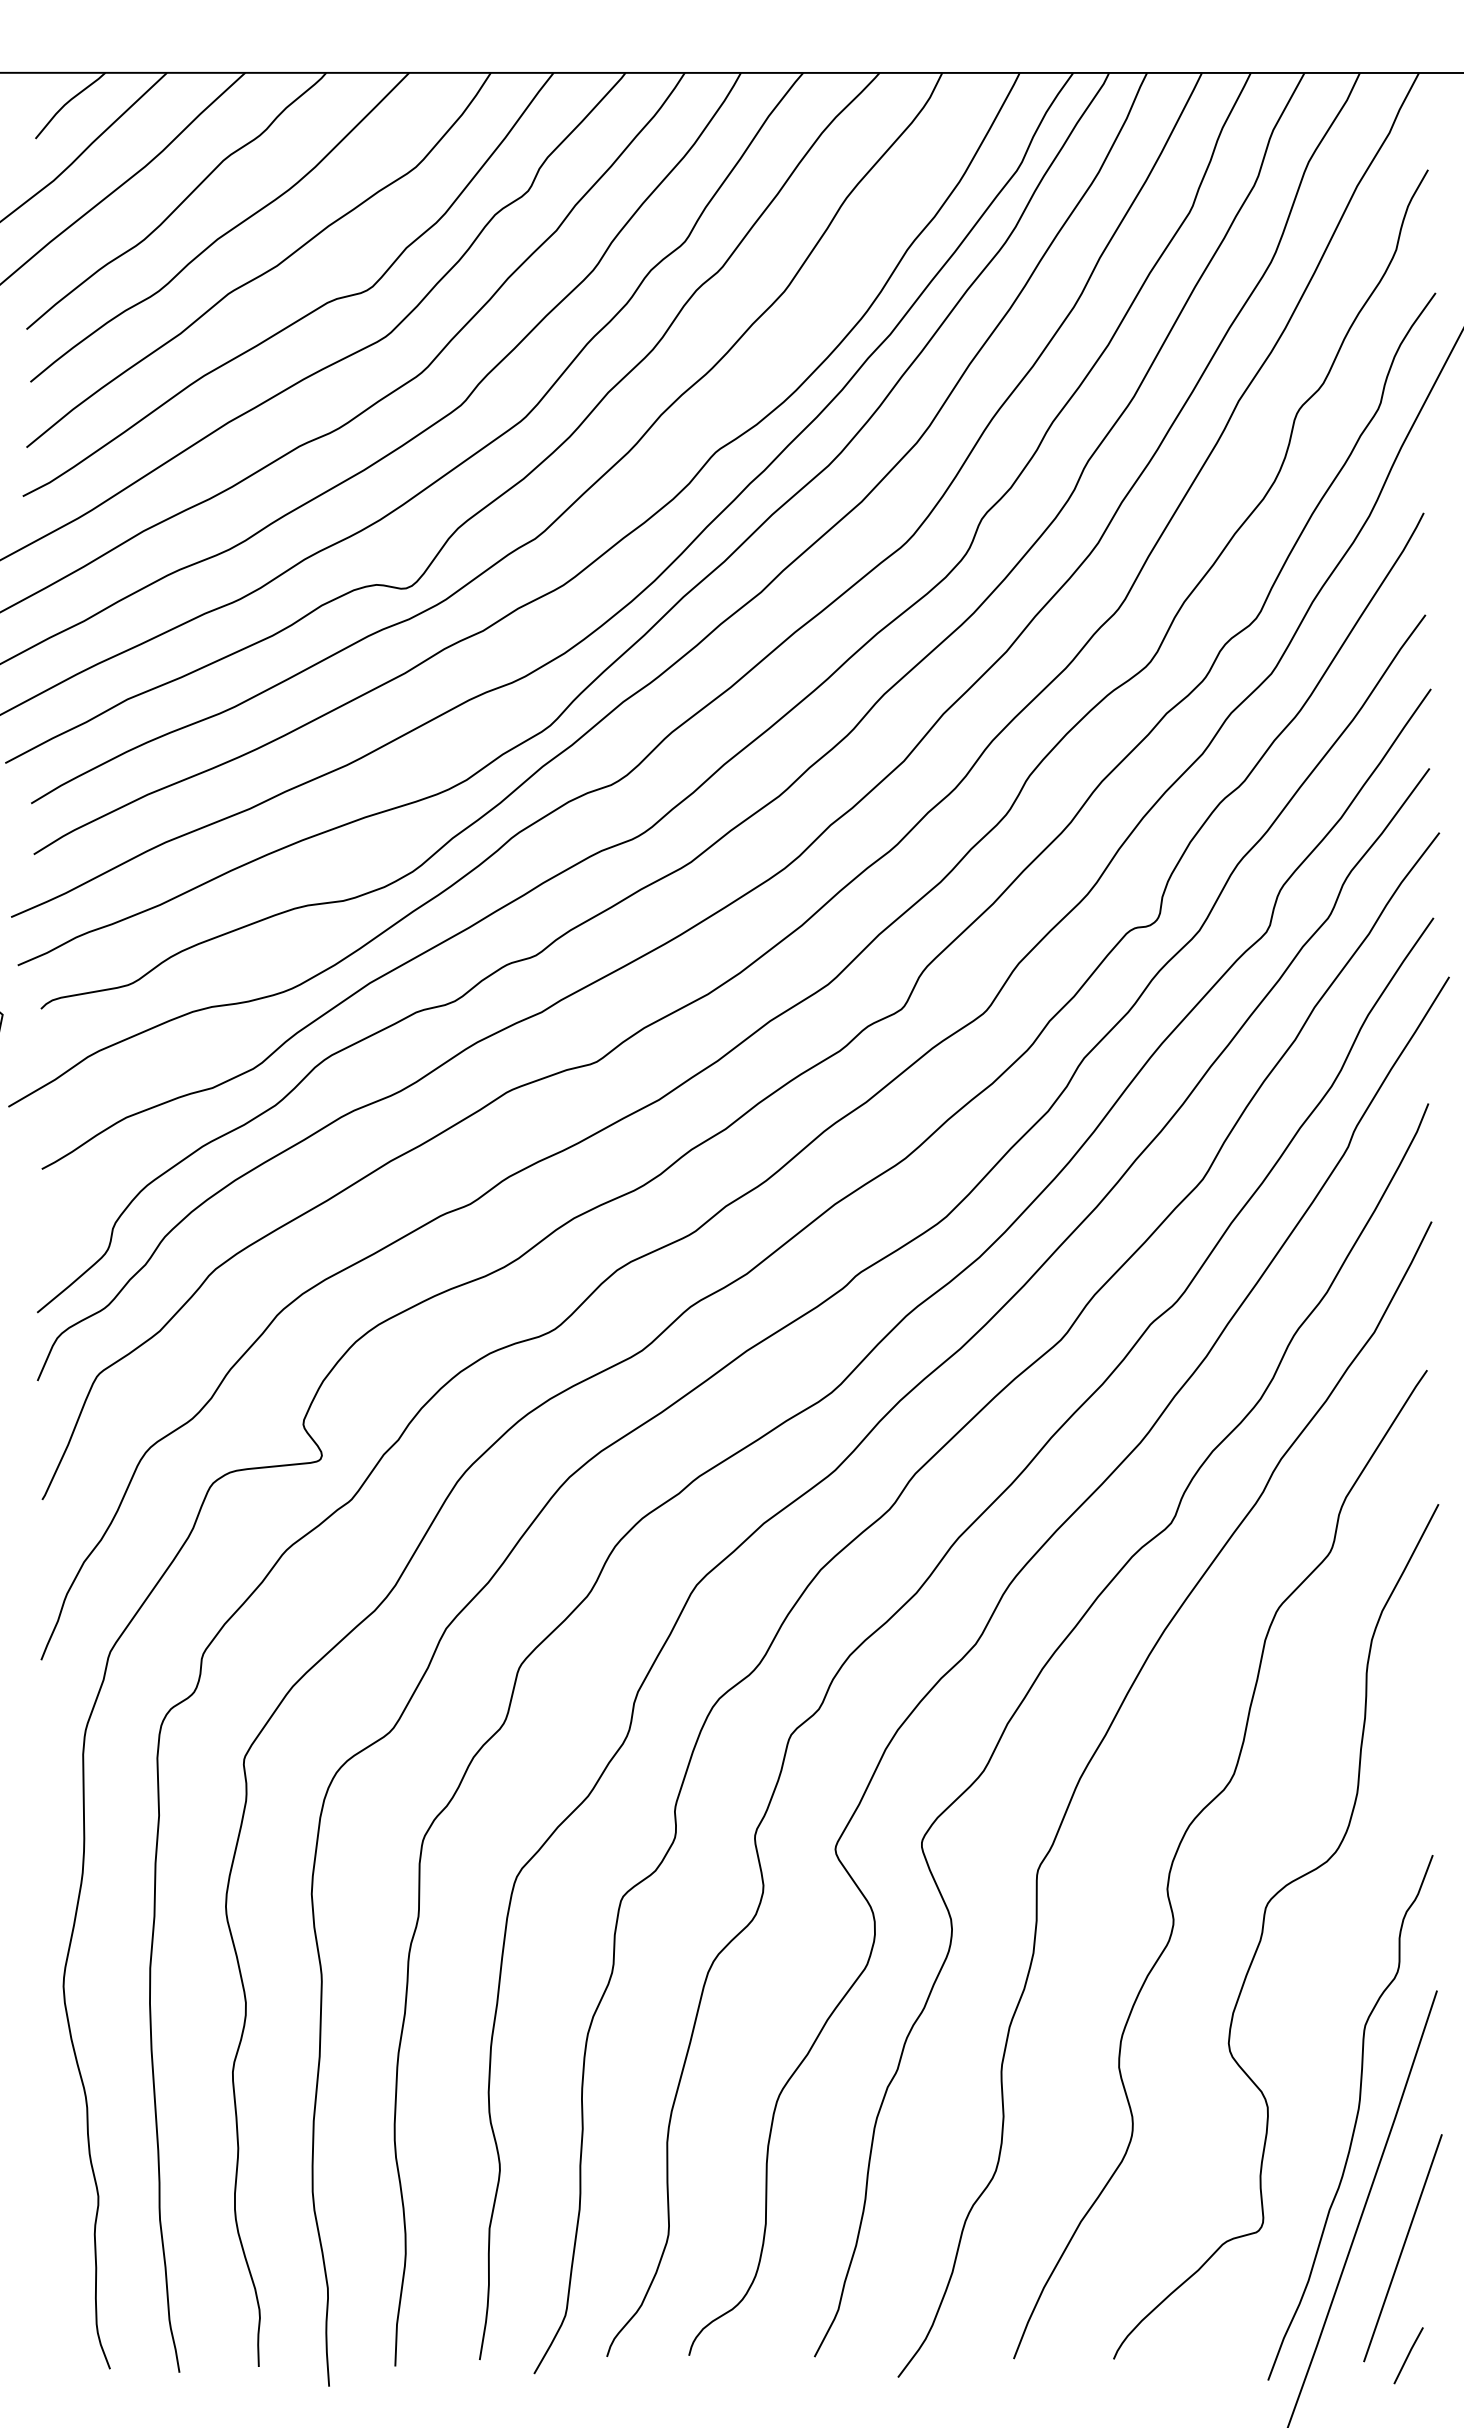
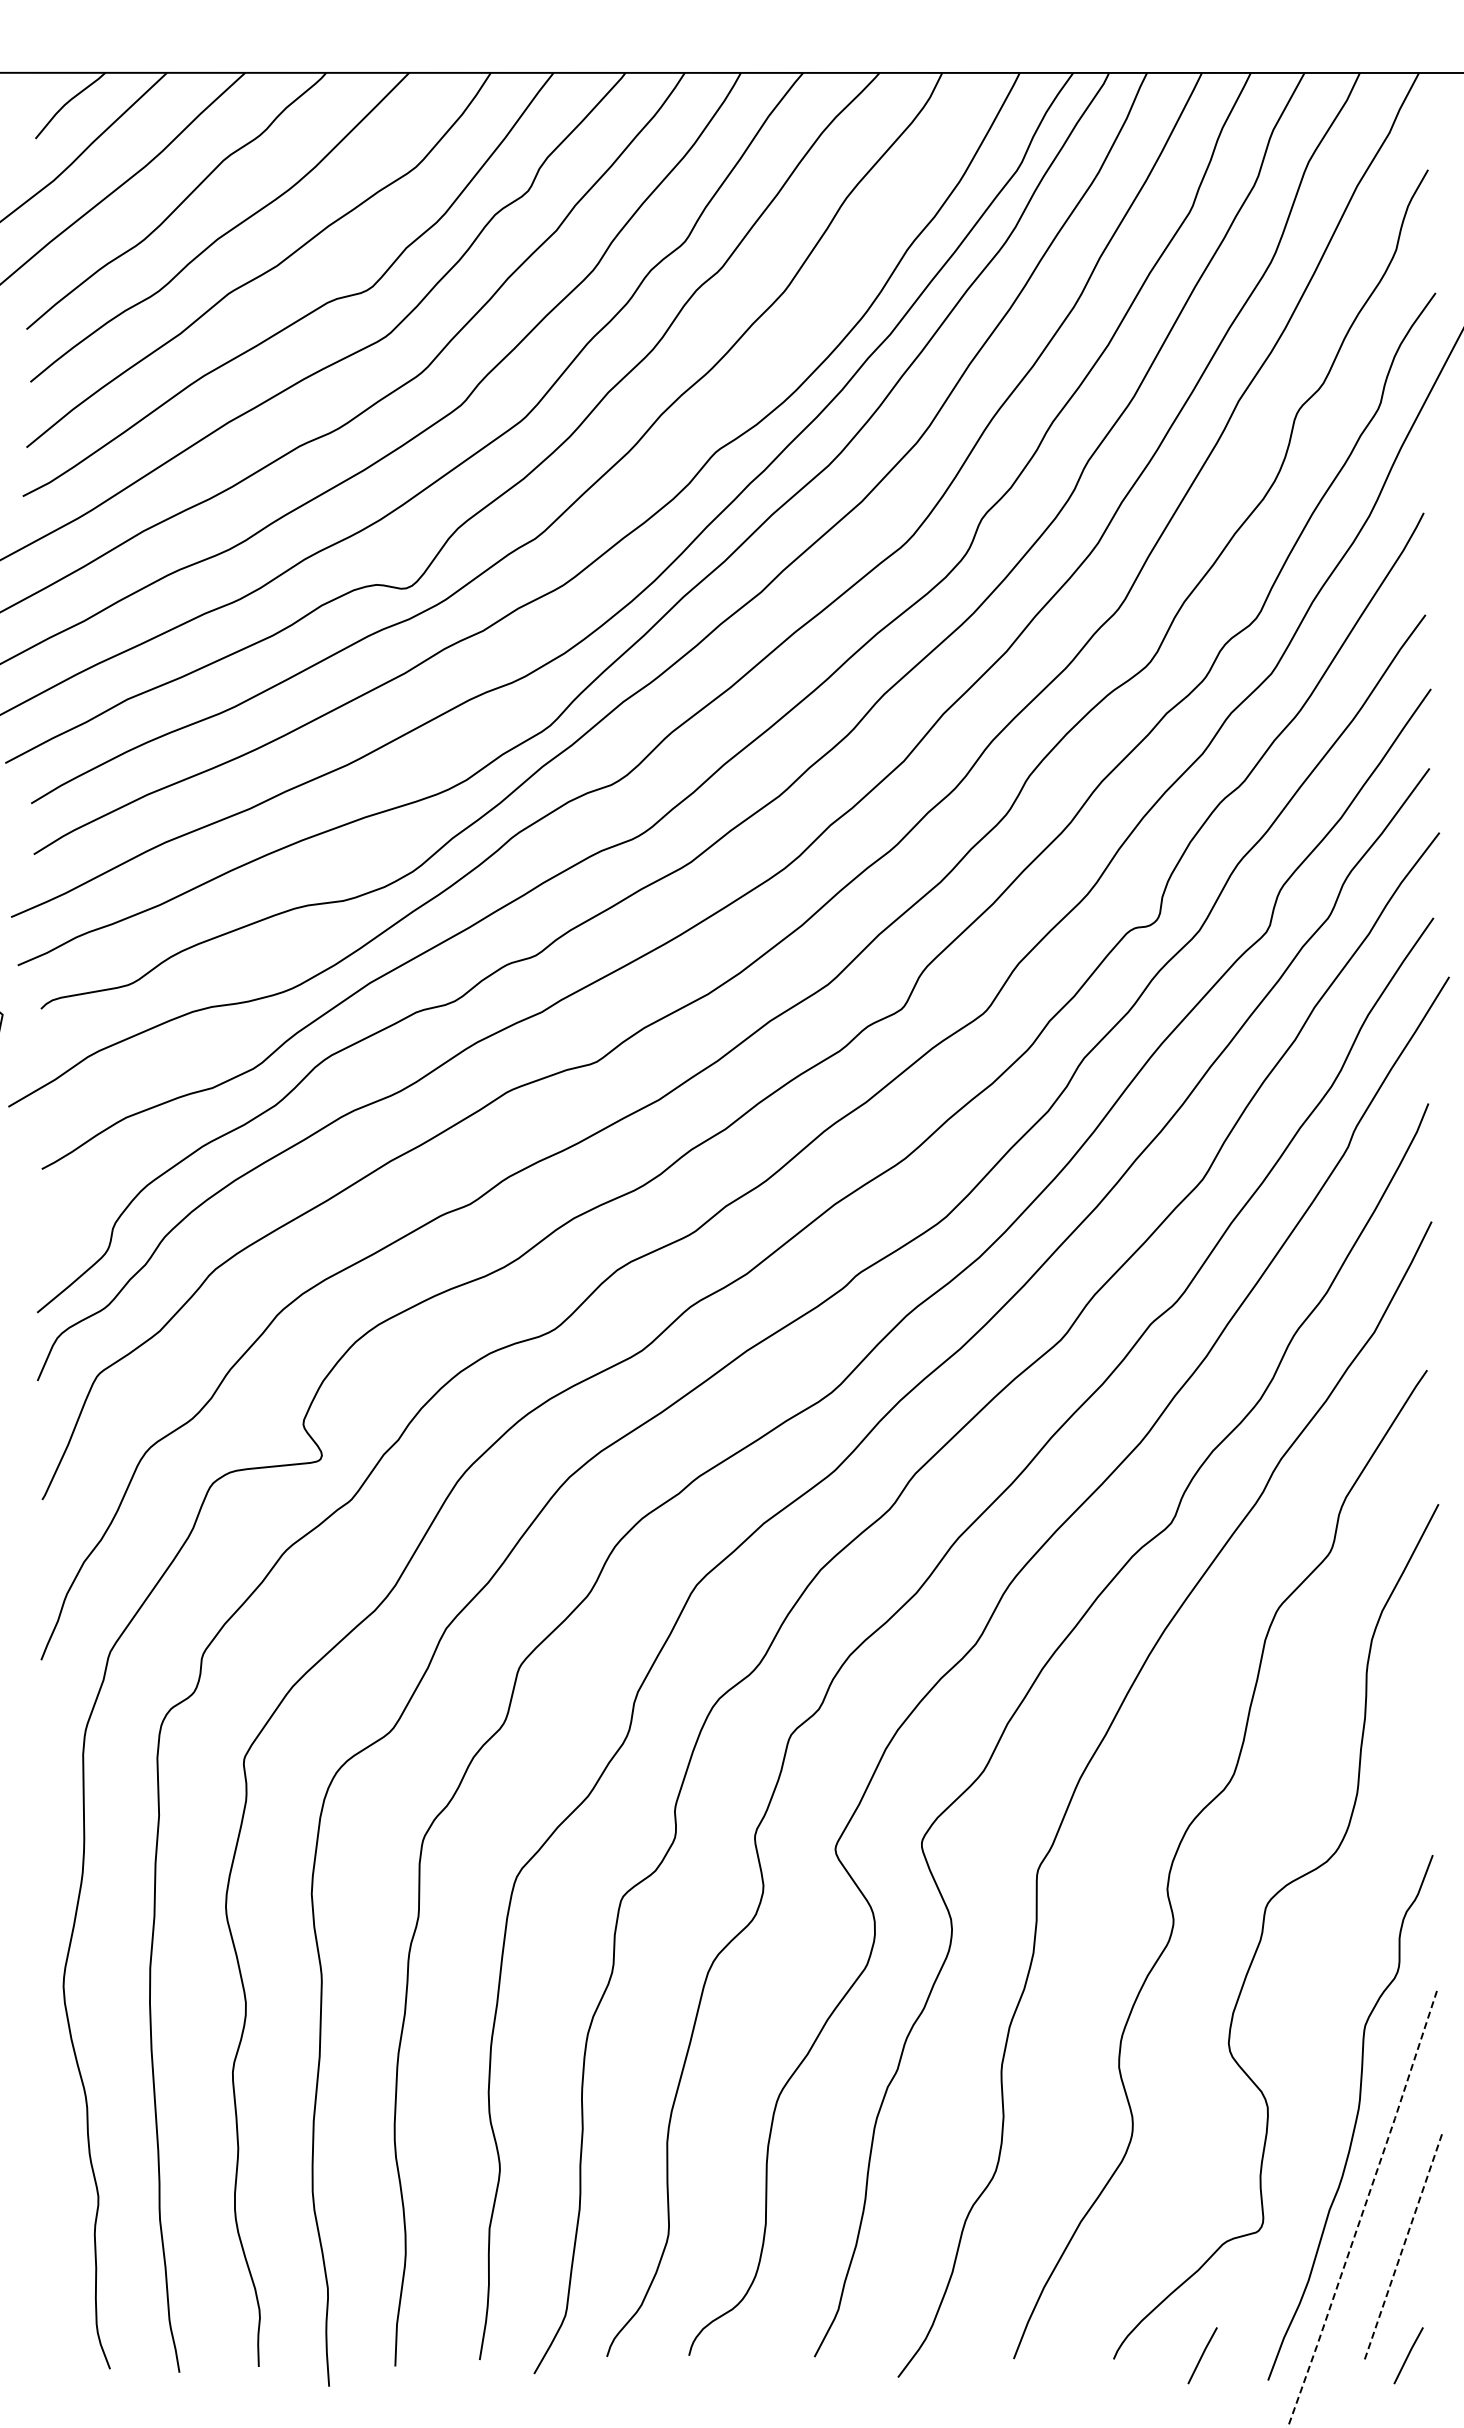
line at (1363, 2209): solid -> dashed
line at (1402, 2248): solid -> dashed
line at (1202, 2355): none -> present
